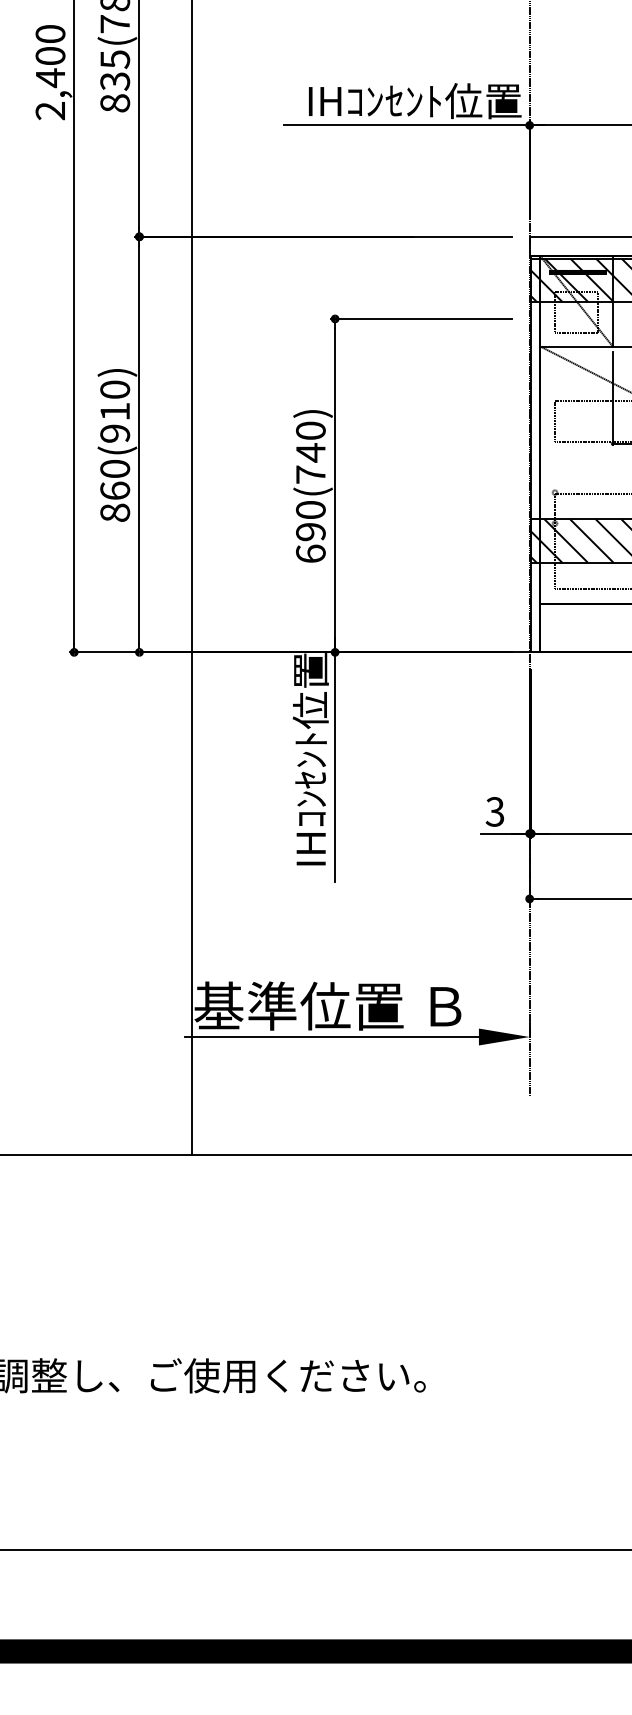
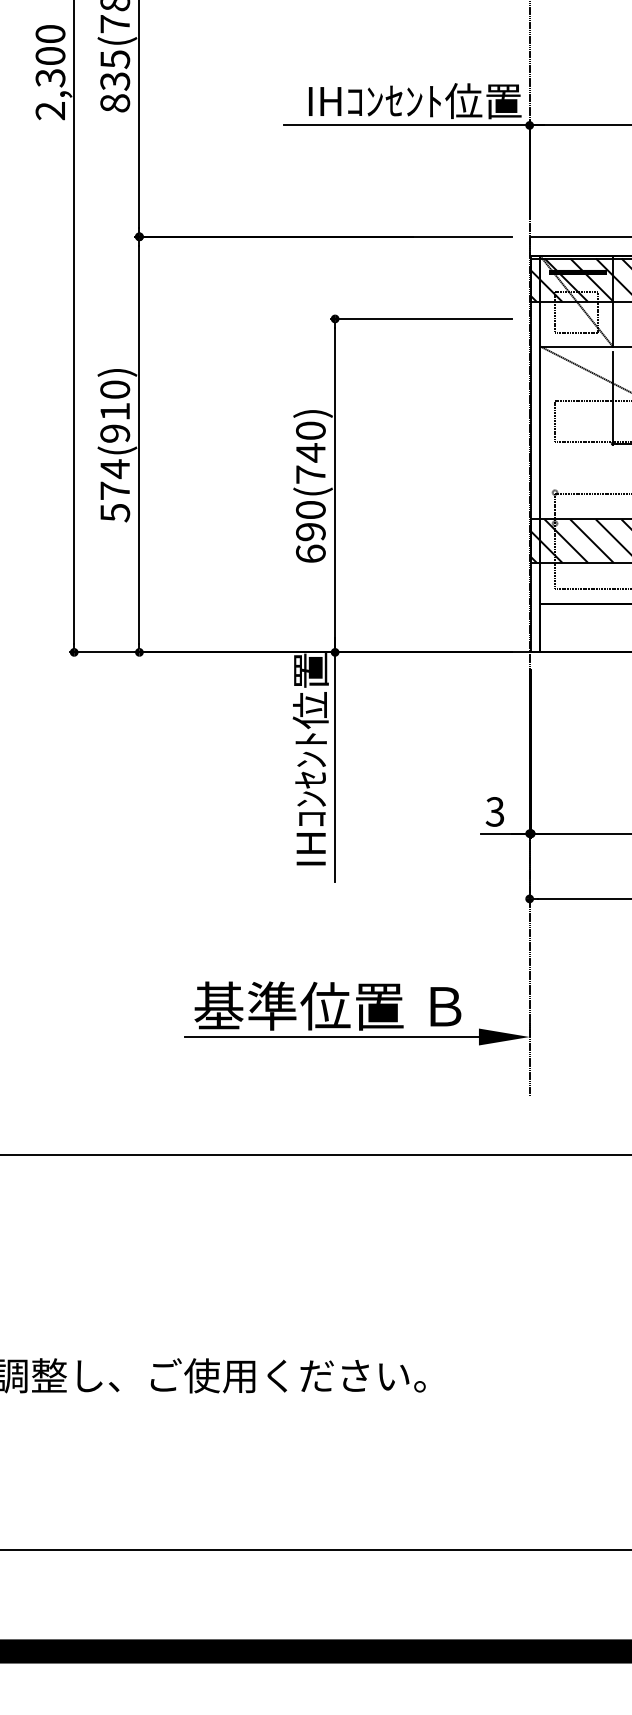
text at (50, 78): 2,400 -> 2,300
text at (115, 490): 860(910) -> 574(910)
line at (192, 578): present -> none
